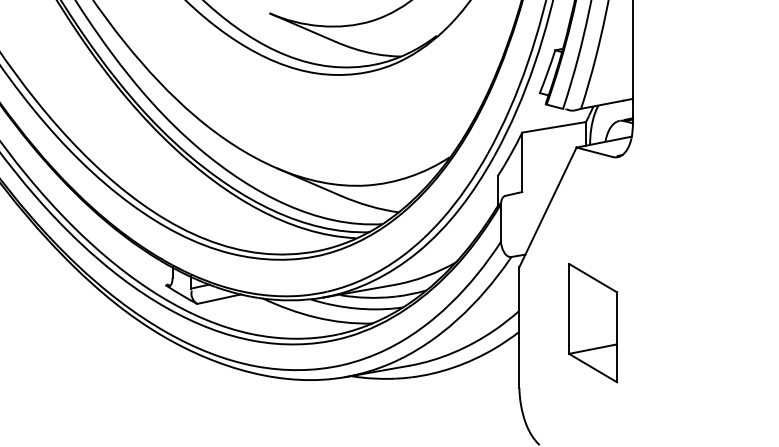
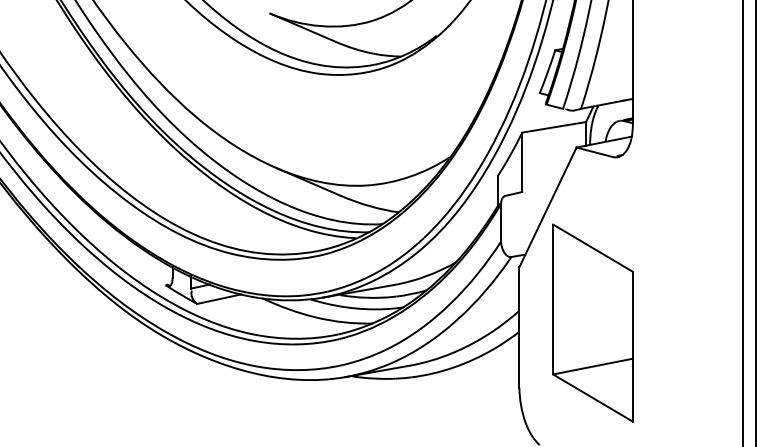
line at (743, 222): none -> present
line at (755, 222): none -> present
part at (592, 323) size: 50x121 px -> 82x200 px
